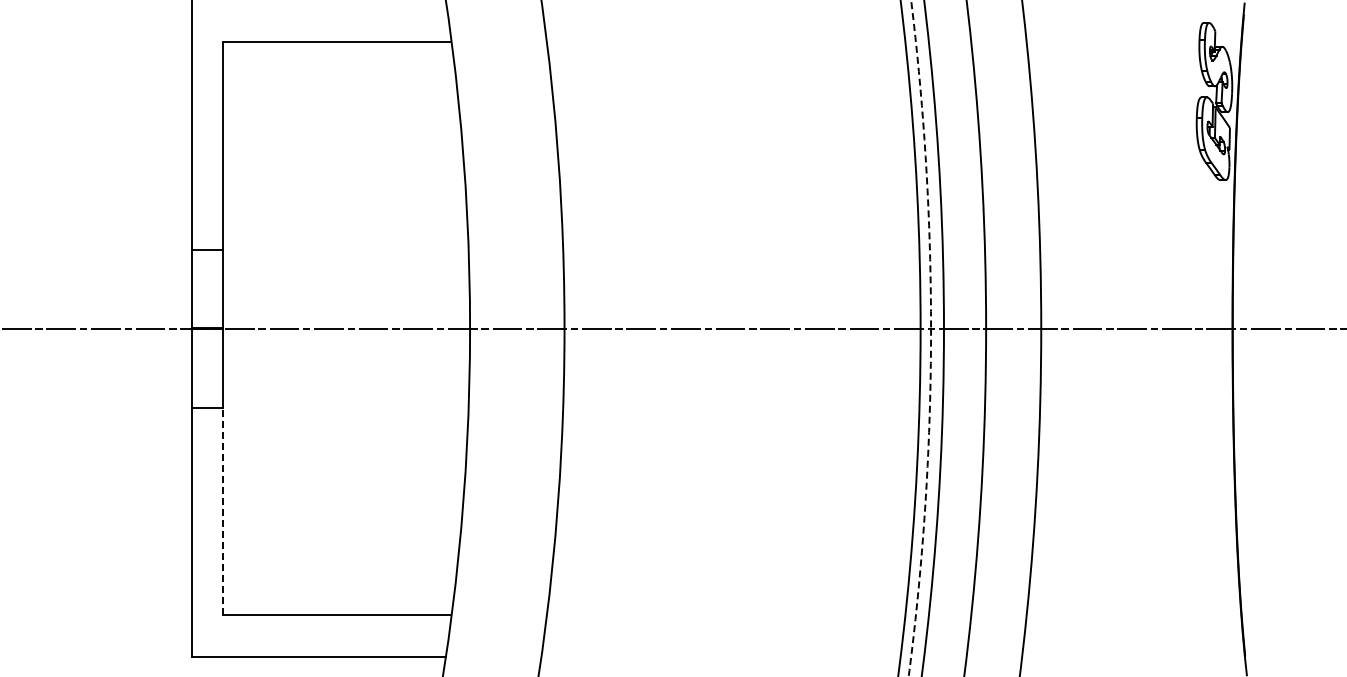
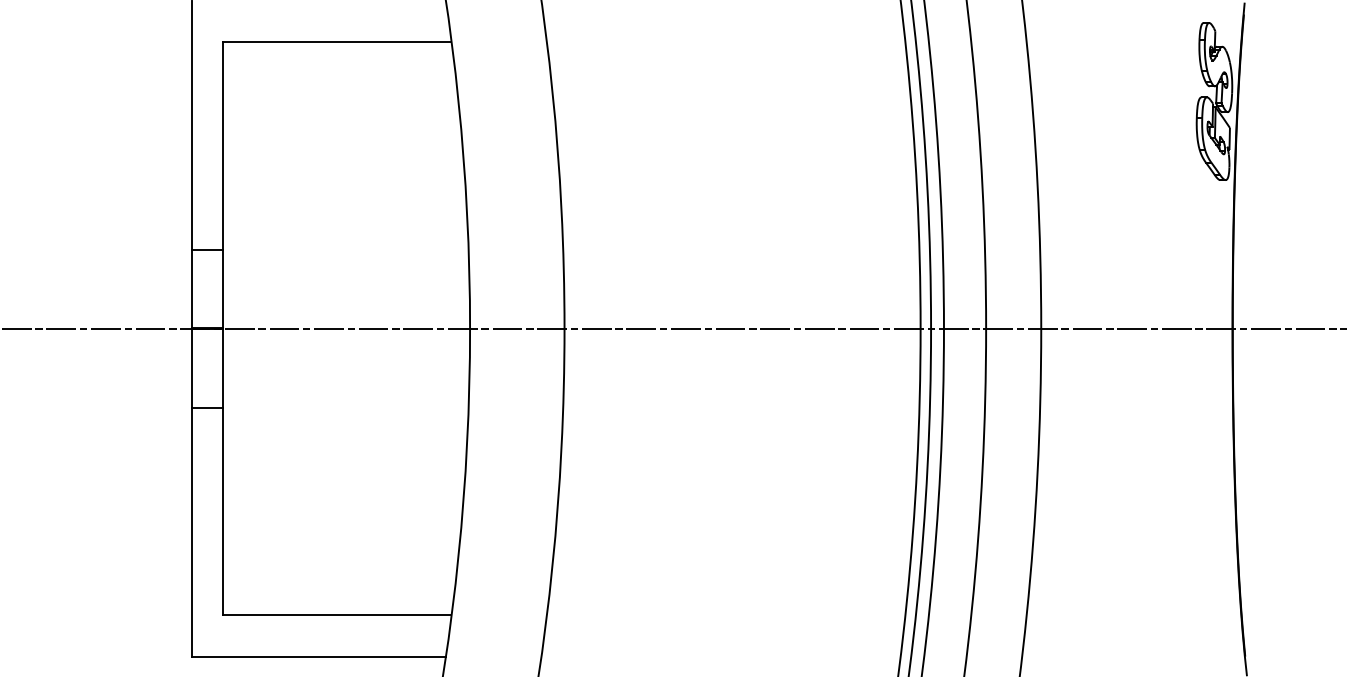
circle at (919, 338): dashed -> solid
line at (223, 511): dashed -> solid
